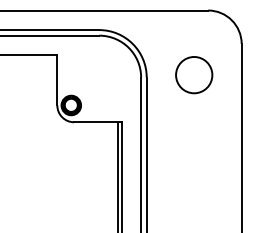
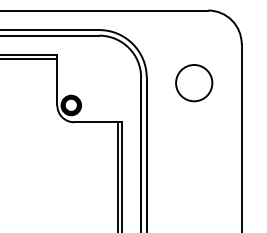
line at (29, 59): none -> present
circle at (194, 75) position: (194, 75) -> (194, 83)
